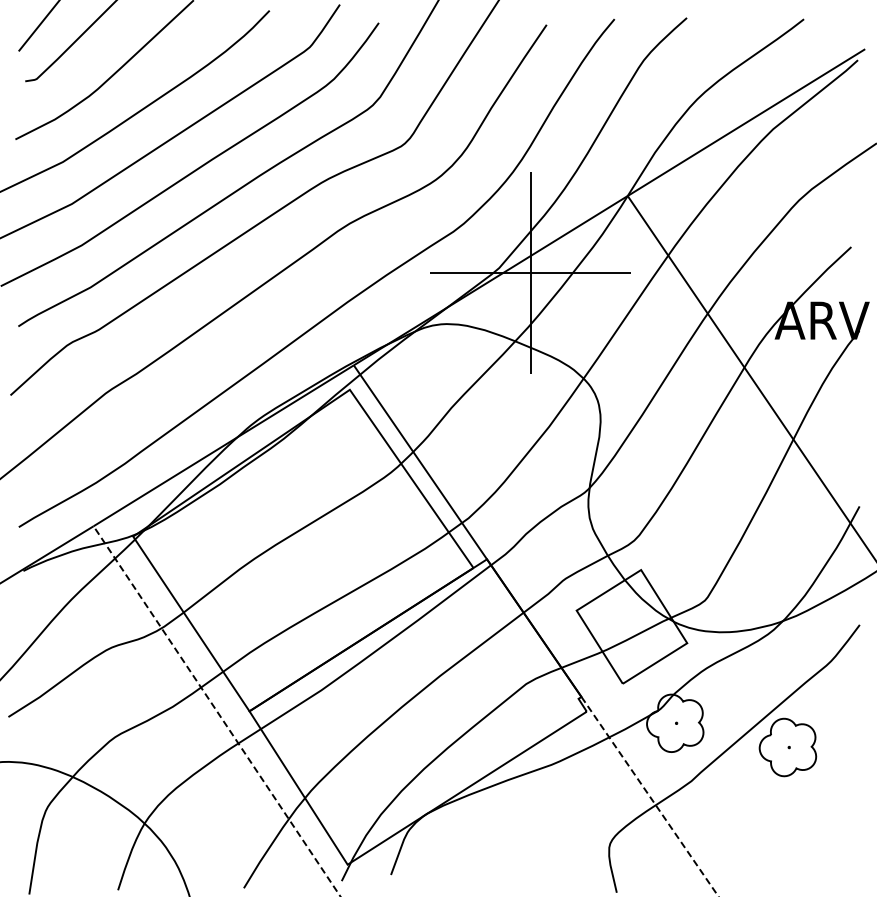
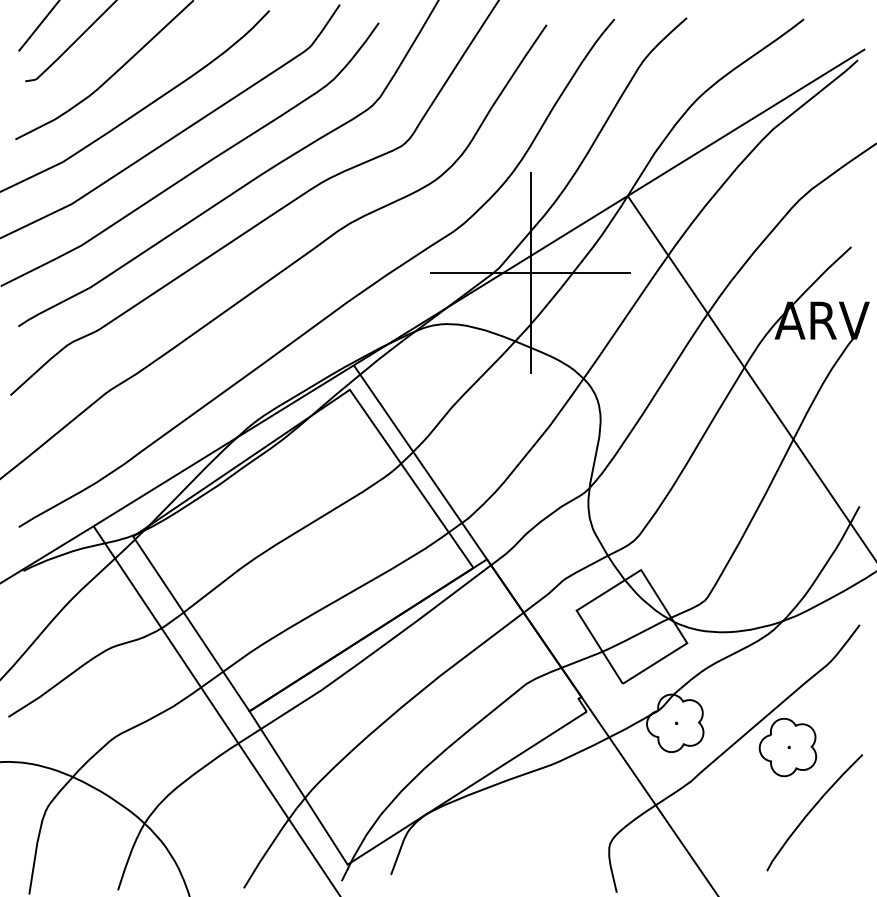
line at (217, 711): dashed -> solid
line at (649, 796): dashed -> solid
curve at (812, 810): none -> present
